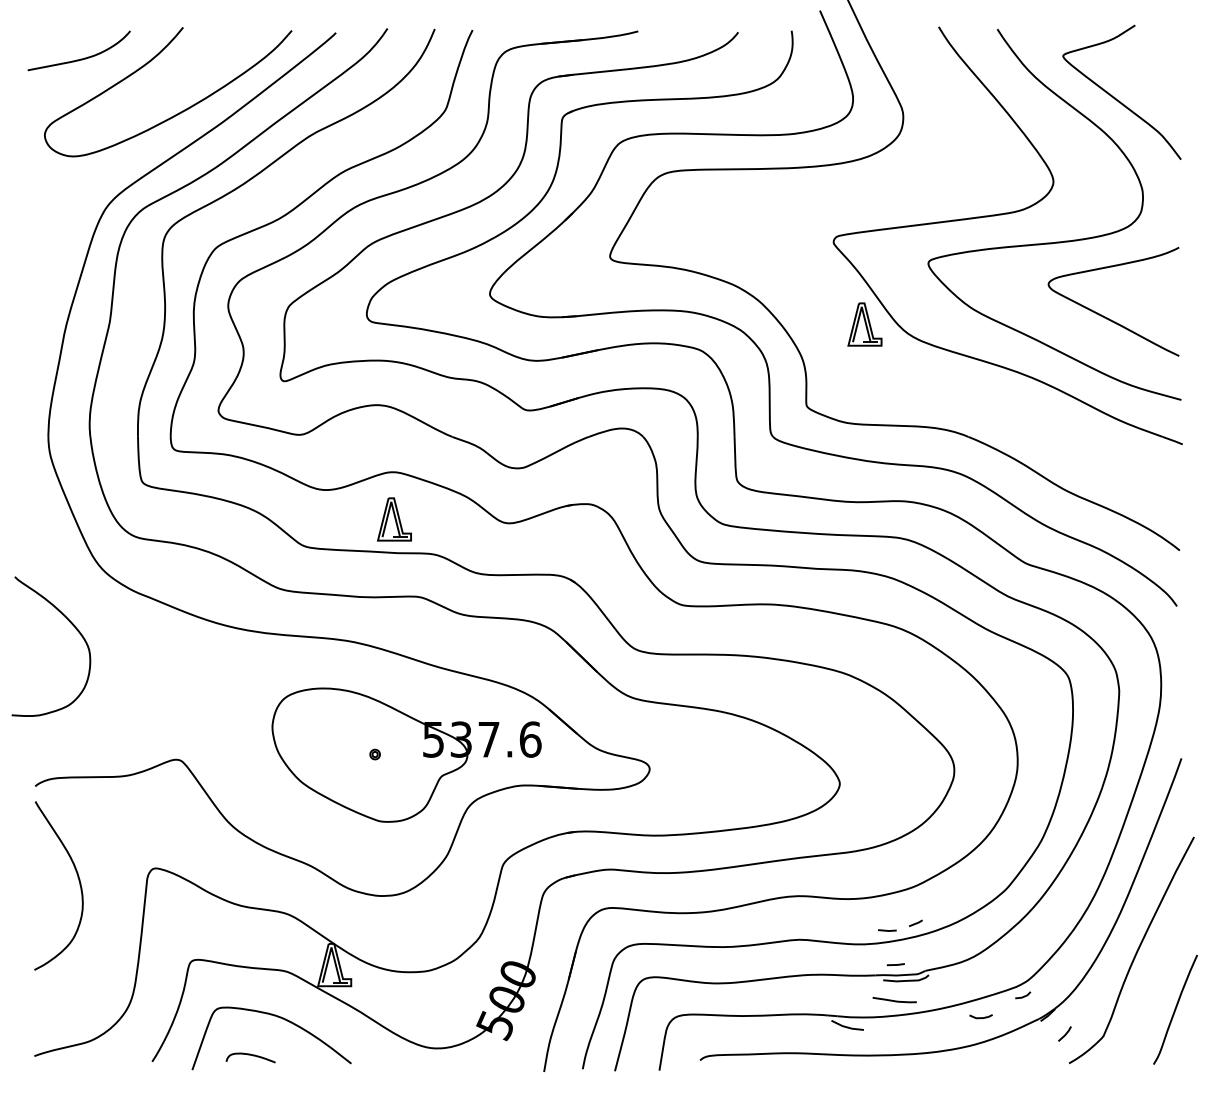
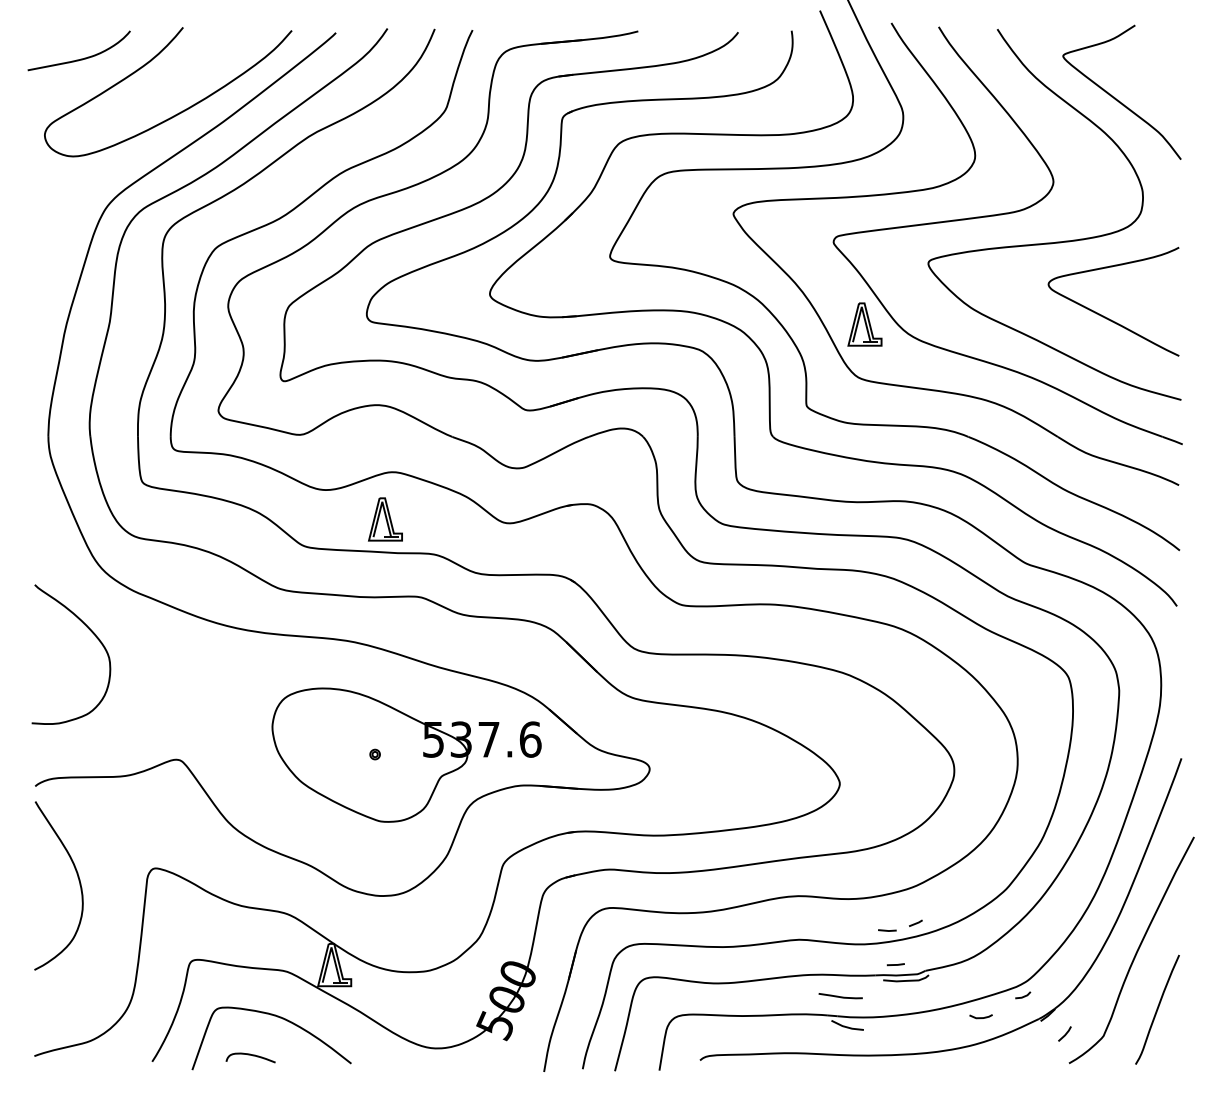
part at (939, 187): none -> present
part at (394, 519) position: (394, 519) -> (385, 519)
curve at (76, 630) position: (76, 630) -> (96, 638)
line at (894, 1000) position: (894, 1000) -> (840, 996)
curve at (1175, 1009) position: (1175, 1009) -> (1157, 1009)
